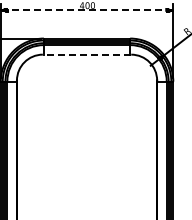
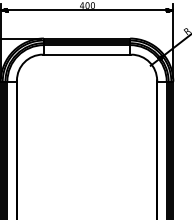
line at (87, 10): dashed -> solid
line at (86, 54): dashed -> solid
